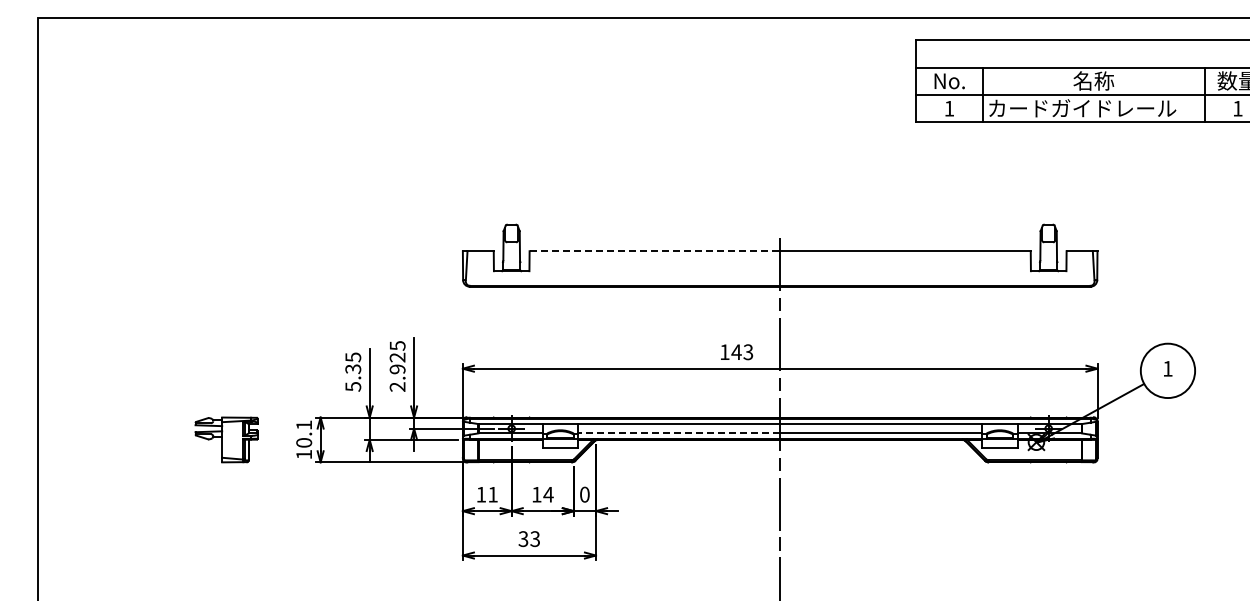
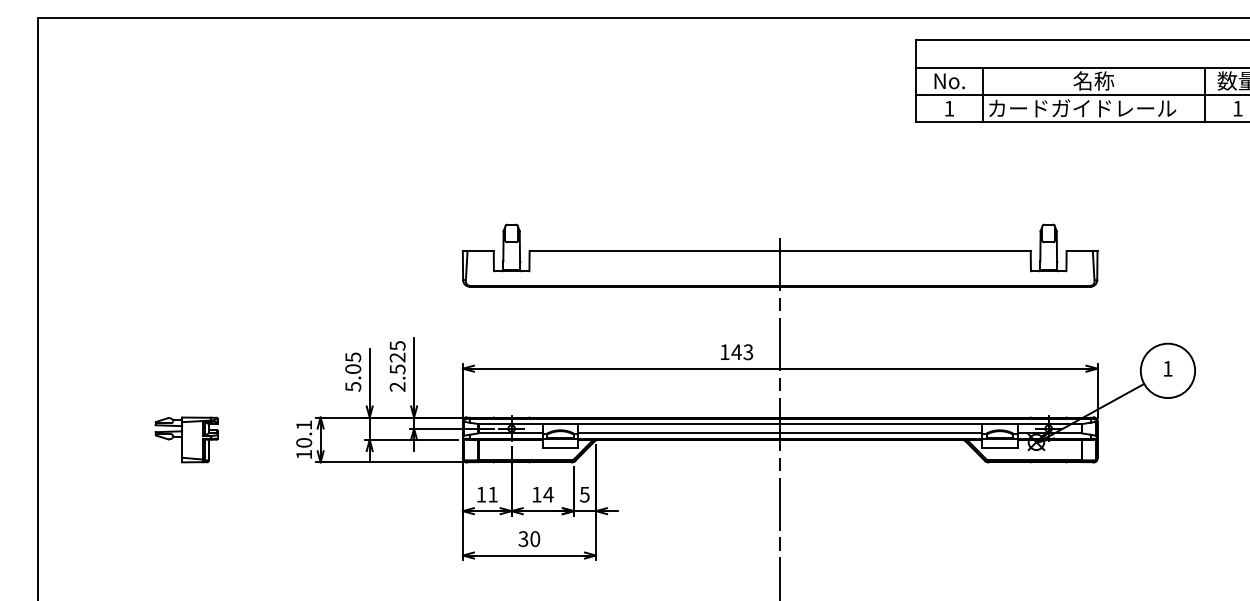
line at (655, 251): dashed -> solid
text at (353, 369): 5.35 -> 5.05
text at (397, 369): 2.925 -> 2.525
line at (679, 433): dashed -> solid
part at (226, 439) position: (226, 439) -> (186, 439)
text at (584, 494): 0 -> 5
text at (535, 538): 33 -> 30
